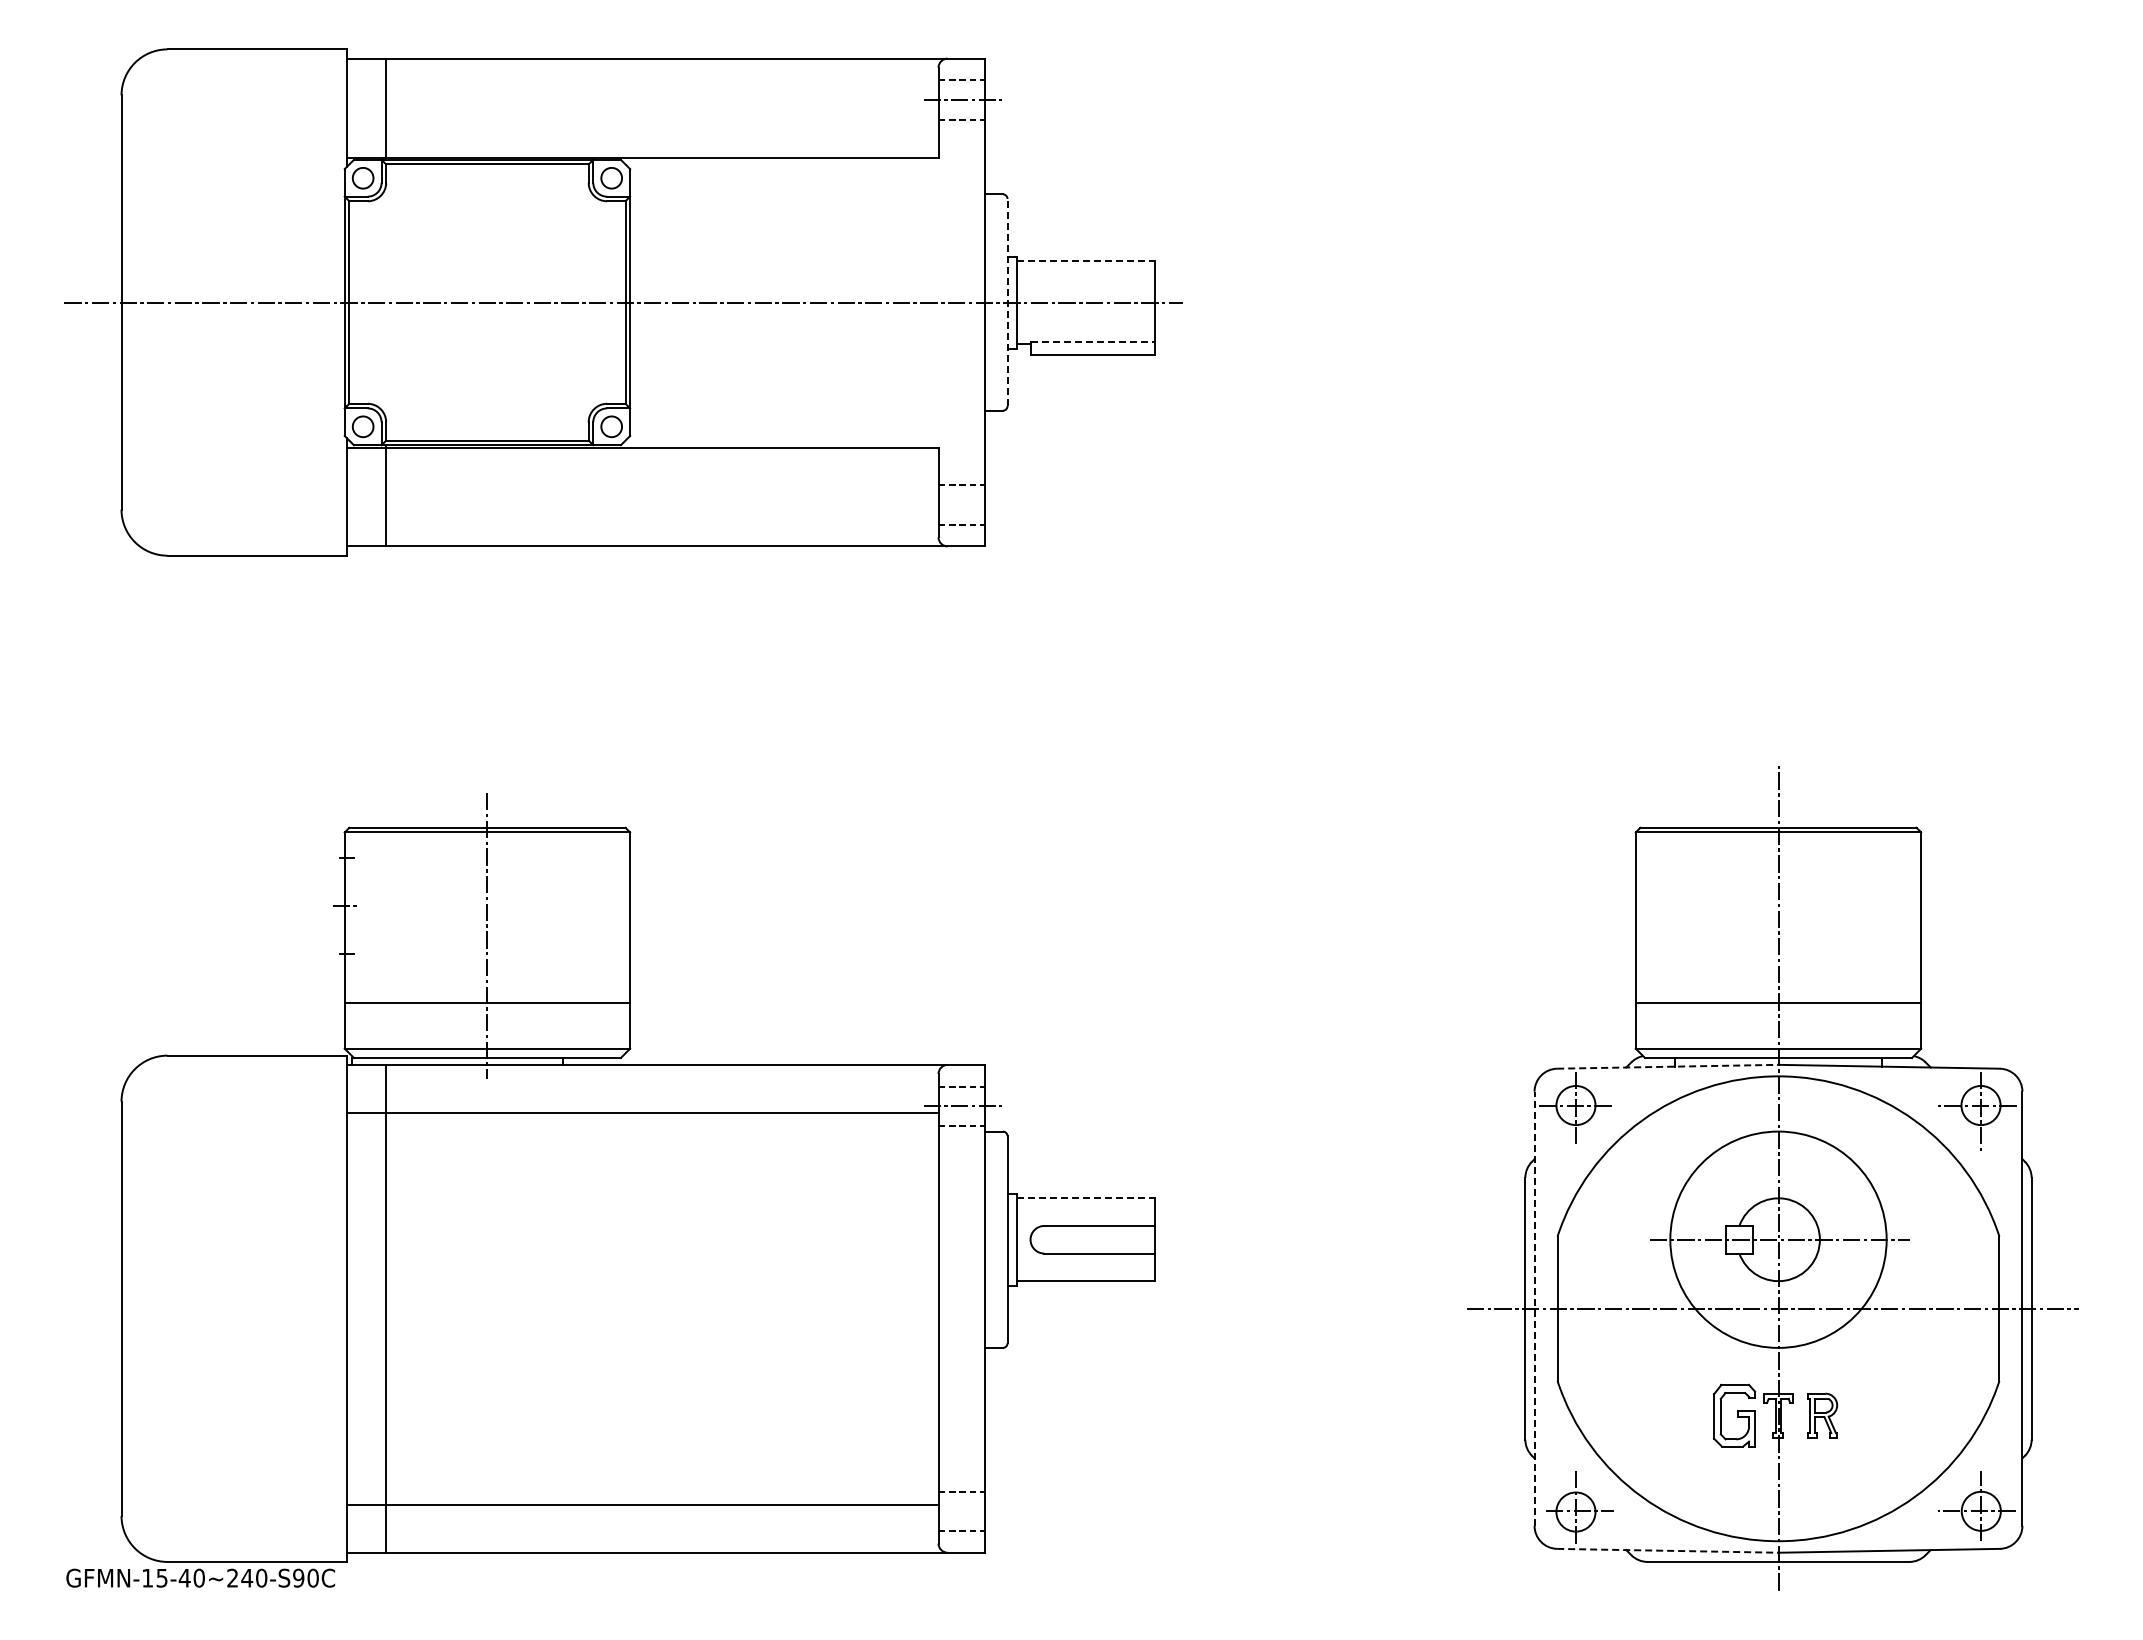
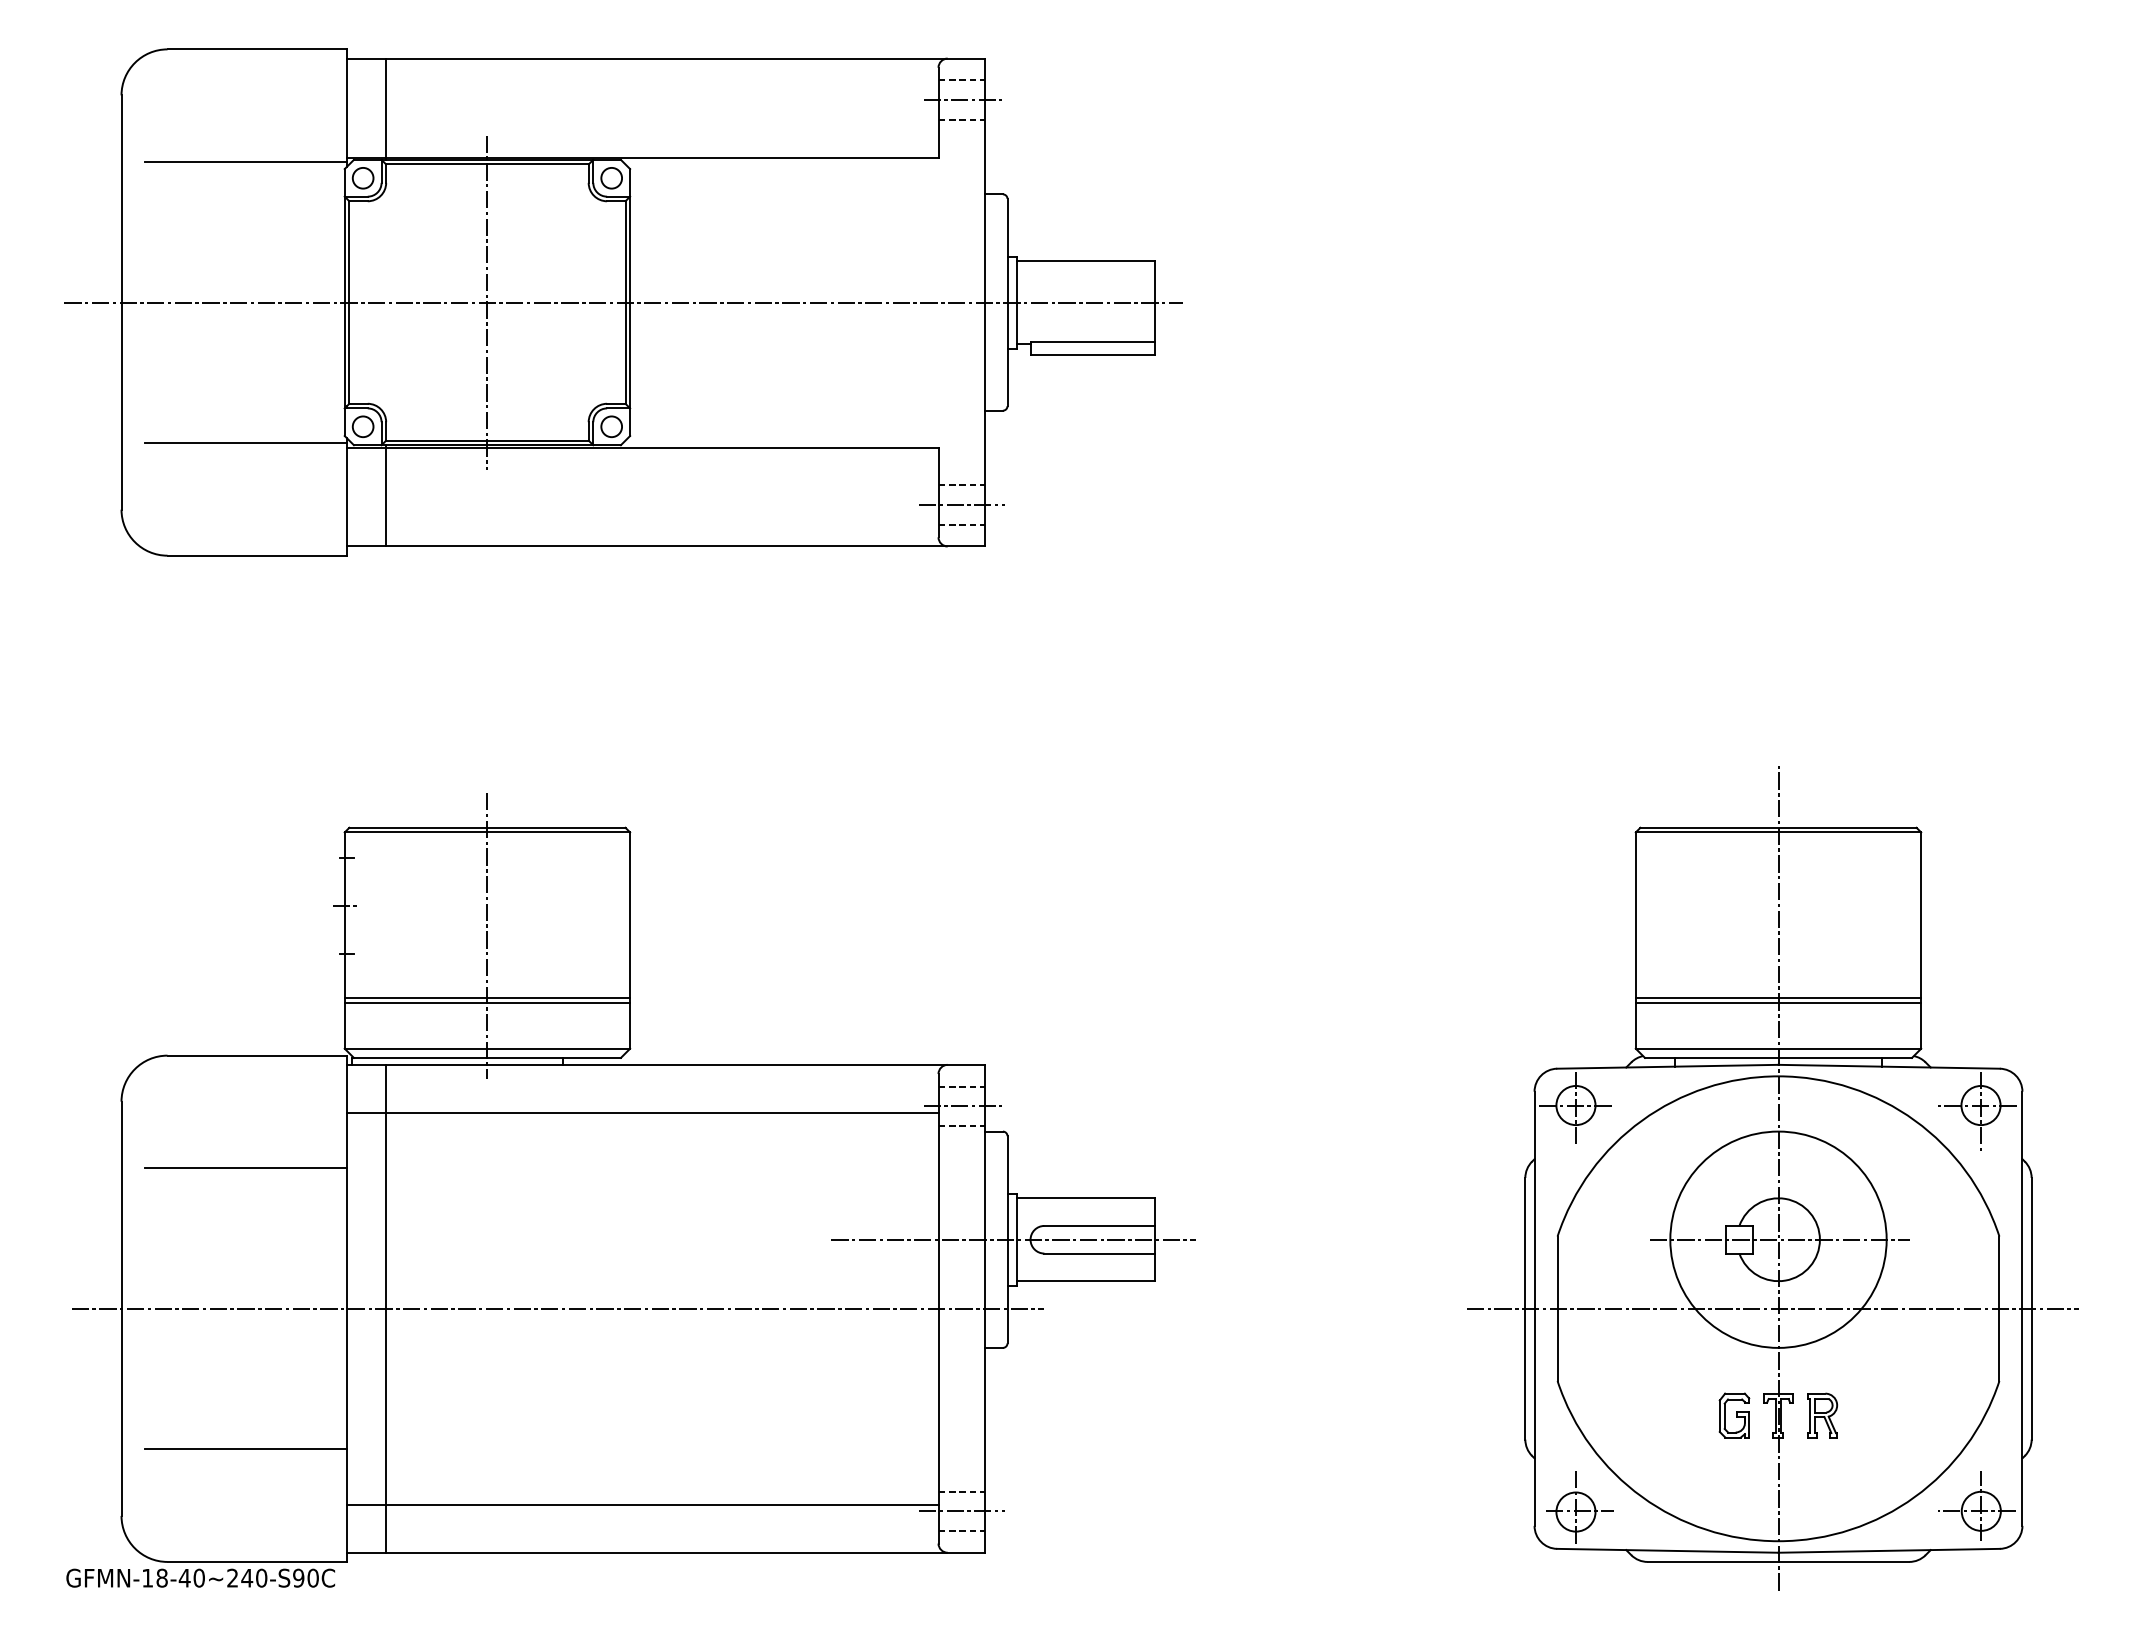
line at (245, 162): none -> present
line at (1086, 261): dashed -> solid
line at (487, 302): none -> present
line at (1007, 302): dashed -> solid
line at (1093, 341): dashed -> solid
line at (245, 442): none -> present
line at (961, 505): none -> present
line at (487, 998): none -> present
line at (1778, 998): none -> present
line at (1667, 1066): dashed -> solid
line at (245, 1168): none -> present
line at (1086, 1198): dashed -> solid
line at (1013, 1239): none -> present
line at (557, 1308): none -> present
line at (1534, 1308): dashed -> solid
part at (1734, 1415) size: 45x65 px -> 33x47 px
line at (245, 1449): none -> present
line at (961, 1511): none -> present
line at (1667, 1550): dashed -> solid
text at (161, 1577): GFMN-15-40~240-S90C -> GFMN-18-40~240-S90C
